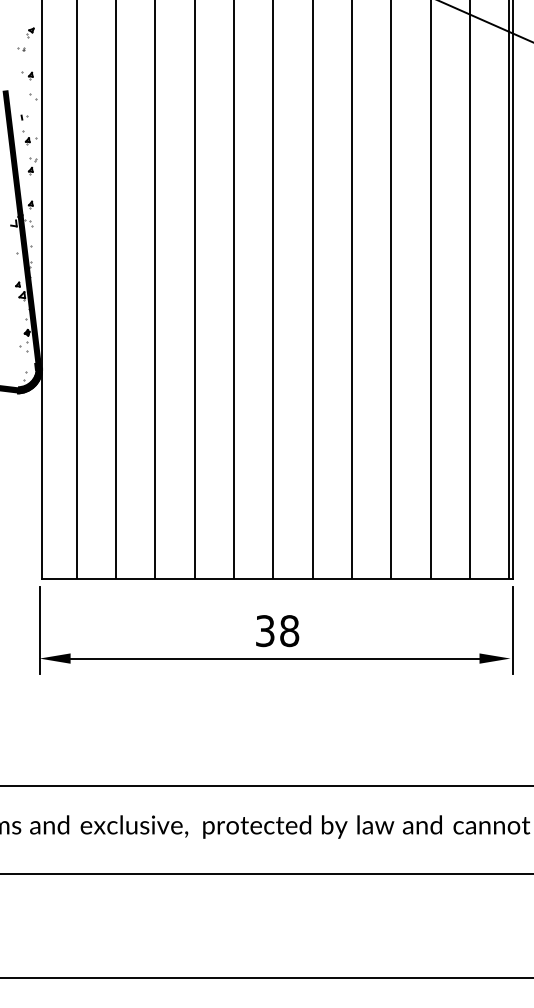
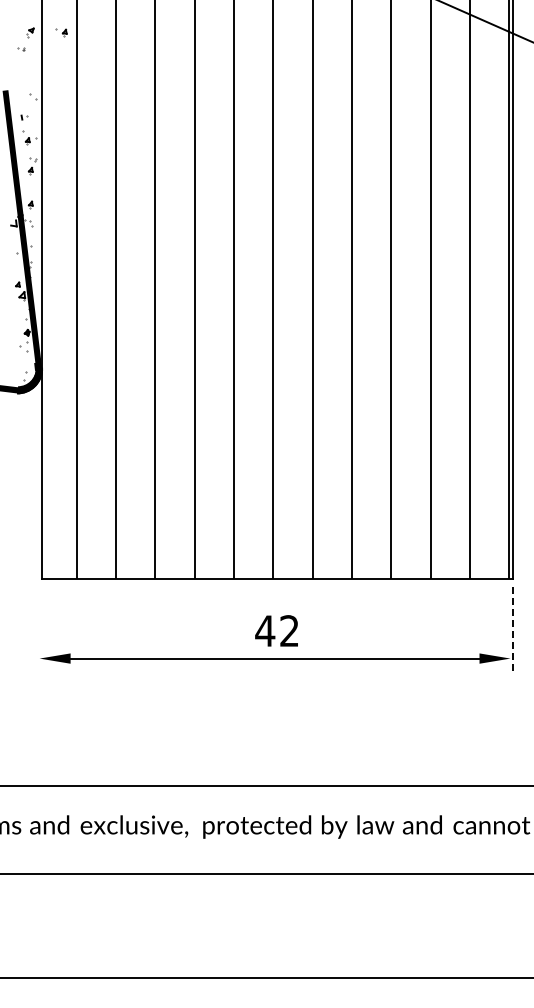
part at (27, 75) position: (27, 75) -> (61, 32)
line at (39, 630): present -> none
text at (277, 631): 38 -> 42
line at (512, 631): solid -> dashed
